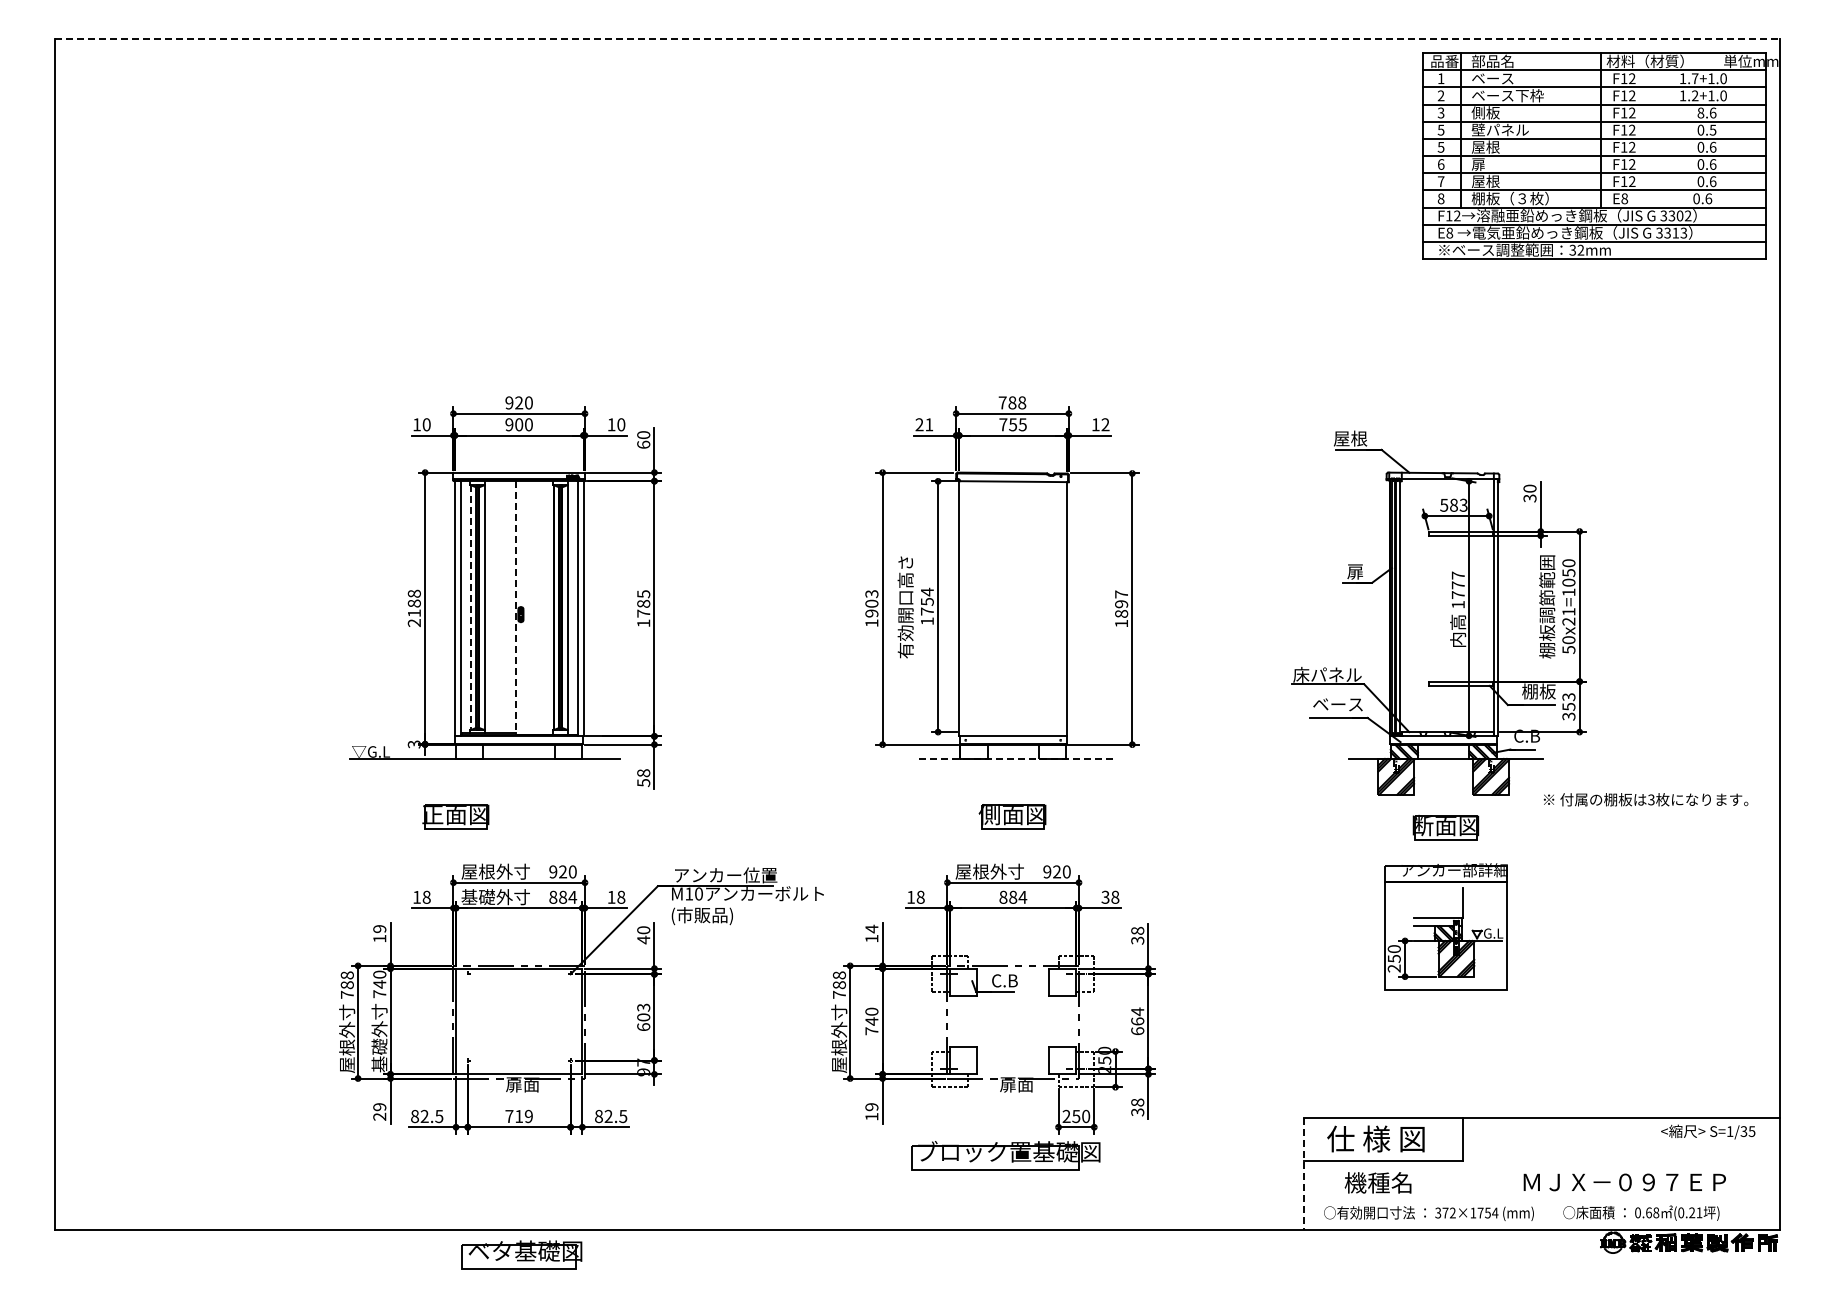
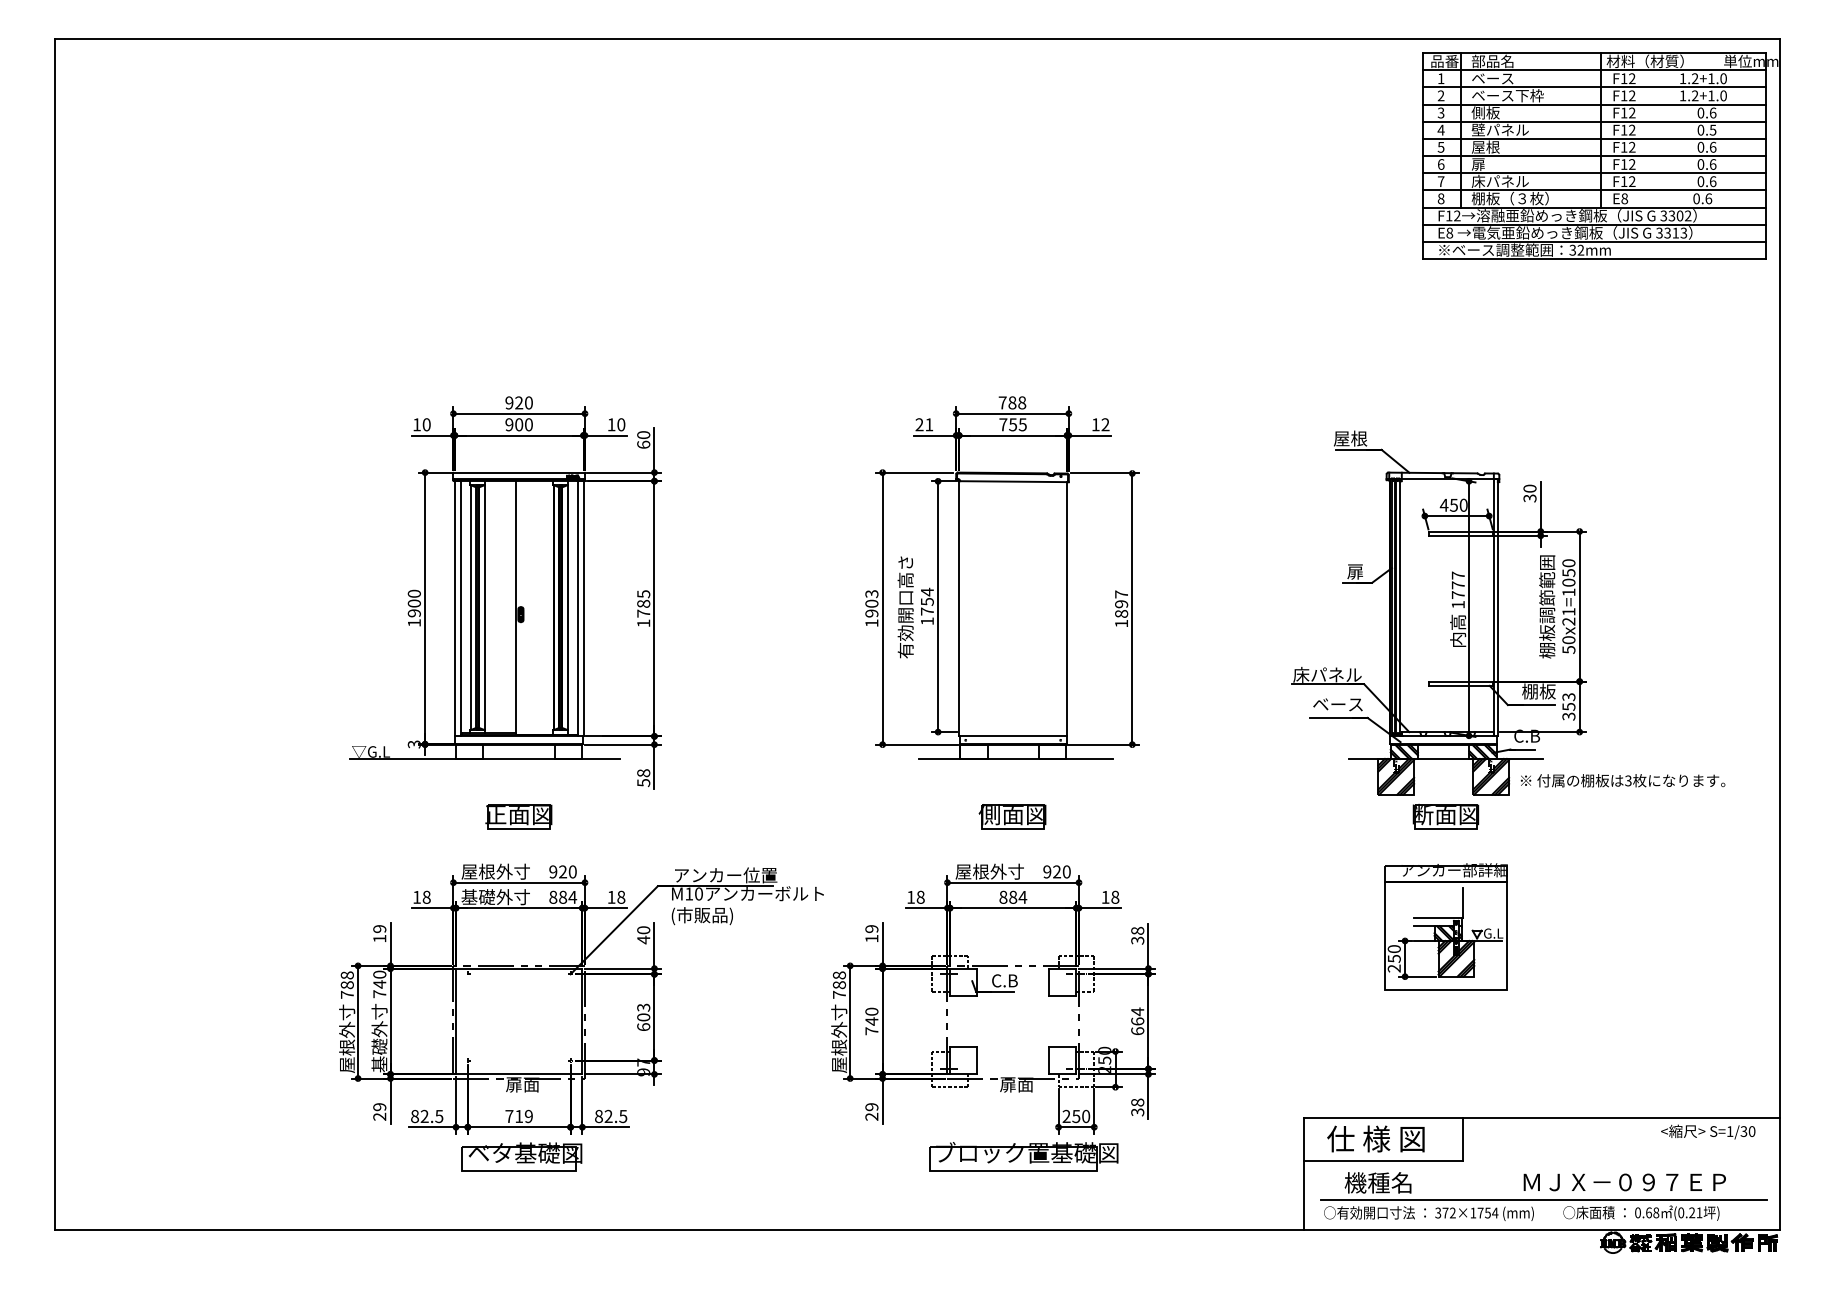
line at (917, 38): dashed -> solid
text at (1694, 78): 1.7+1.0 -> 1.2+1.0
text at (1700, 113): 8.6 -> 0.6
text at (1440, 129): 5 -> 4
text at (1500, 181): 屋根 -> 床パネル
text at (1453, 504): 583 -> 450
line at (516, 607): dashed -> solid
text at (413, 608): 2188 -> 1900
line at (470, 608): dashed -> solid
line at (1015, 758): dashed -> solid
text at (1645, 799) position: (1645, 799) -> (1622, 780)
part at (455, 816) position: (455, 816) -> (518, 816)
part at (1445, 827) position: (1445, 827) -> (1445, 816)
text at (1105, 896): 38 -> 18
text at (871, 928): 14 -> 19
text at (871, 1116): 19 -> 29
text at (1751, 1131): S=1/35 -> S=1/30
part at (1005, 1155) position: (1005, 1155) -> (1023, 1156)
line at (1303, 1173): dashed -> solid
line at (1544, 1200): none -> present
part at (521, 1254) position: (521, 1254) -> (521, 1156)
